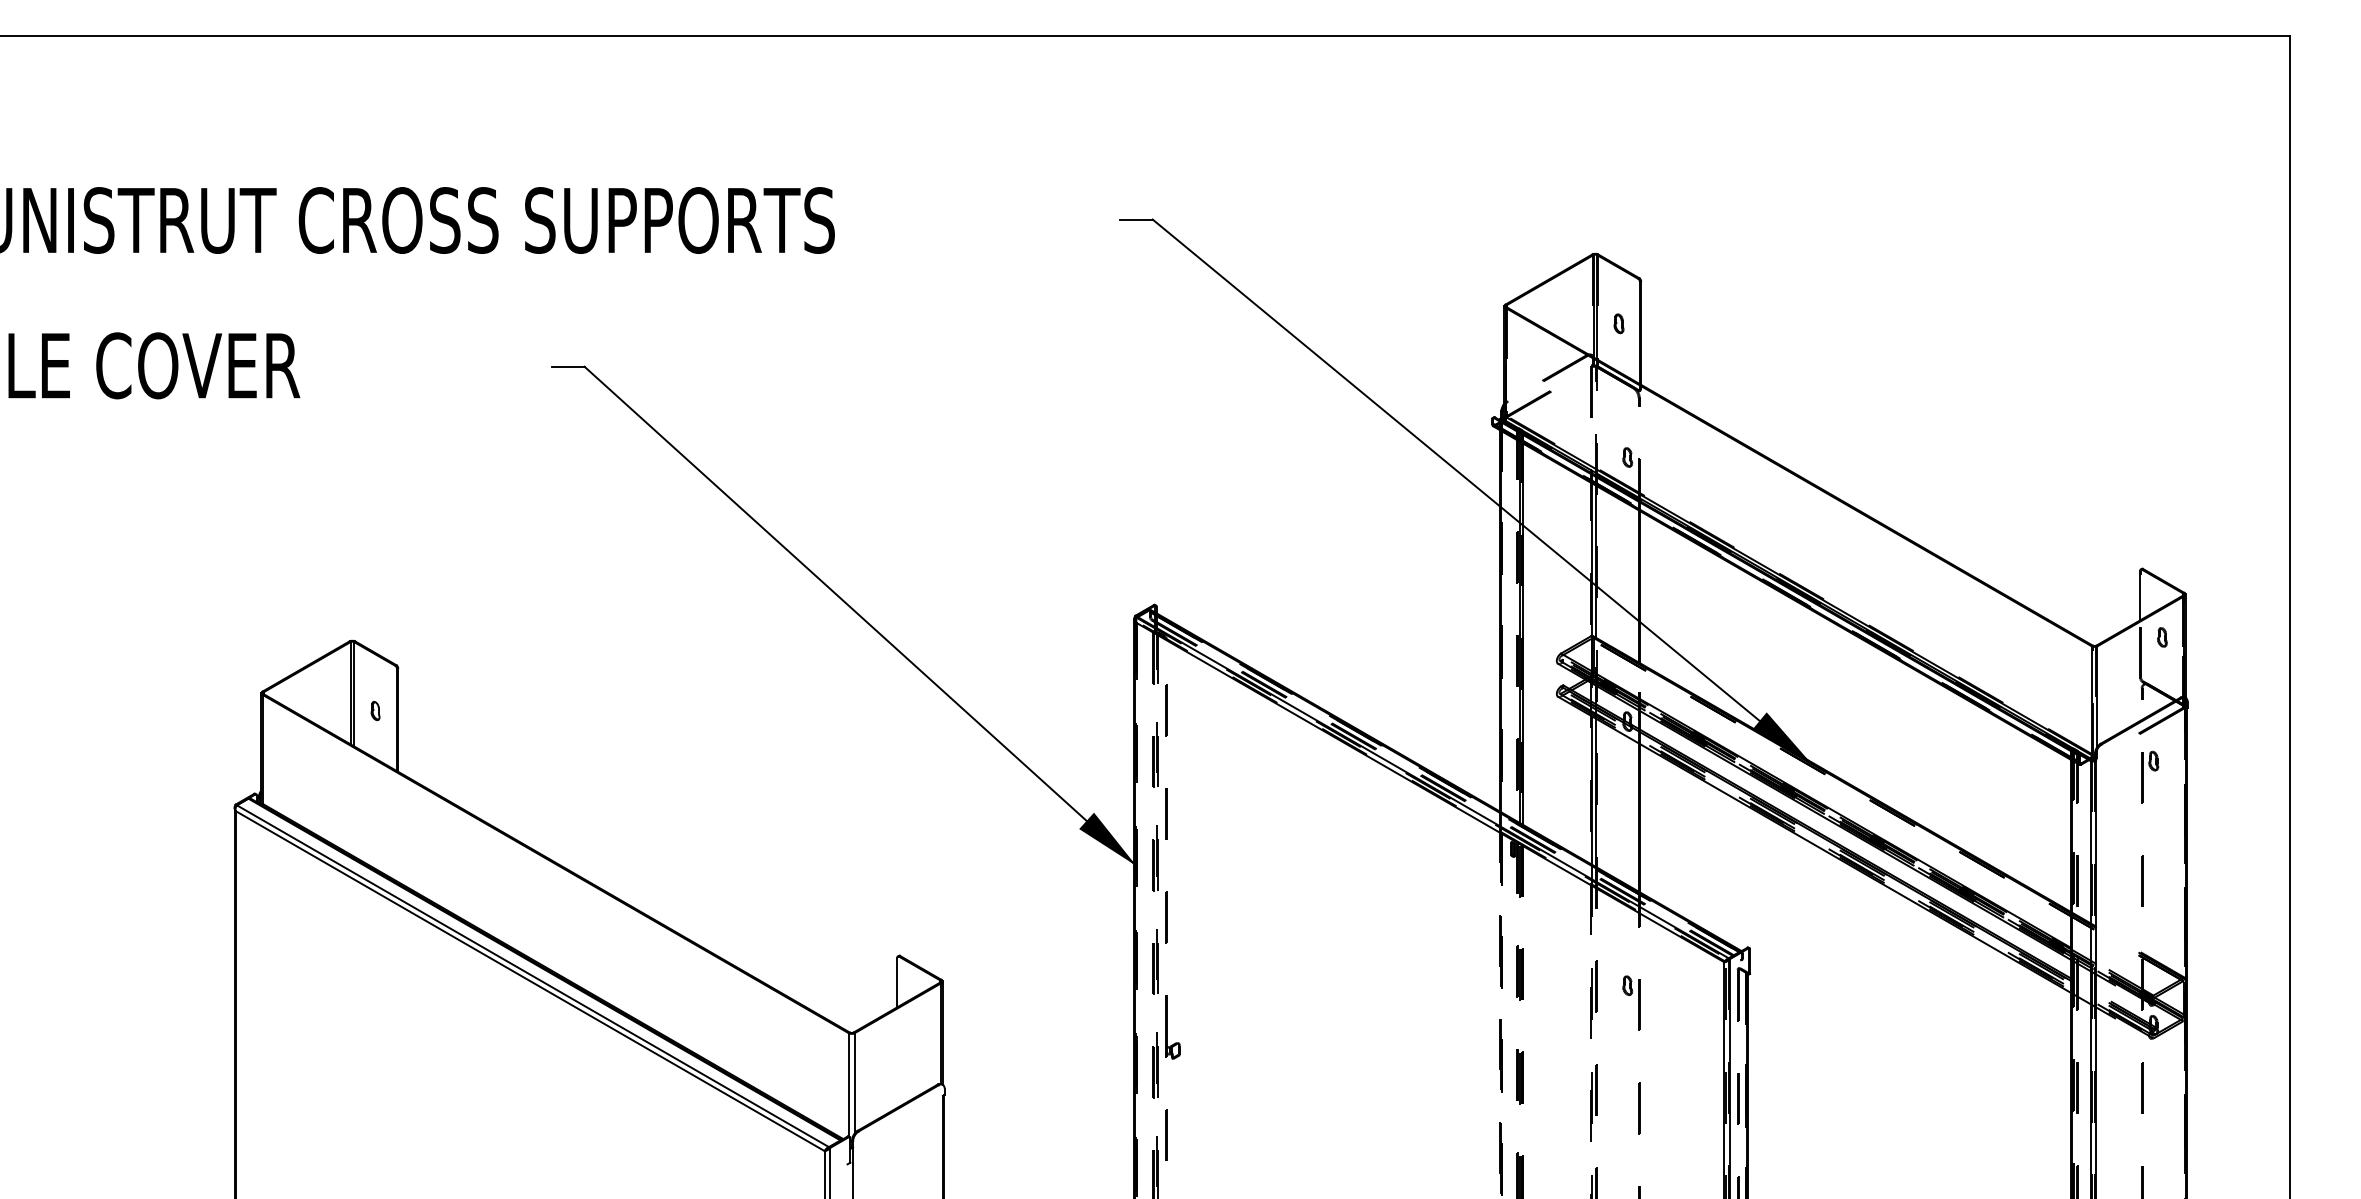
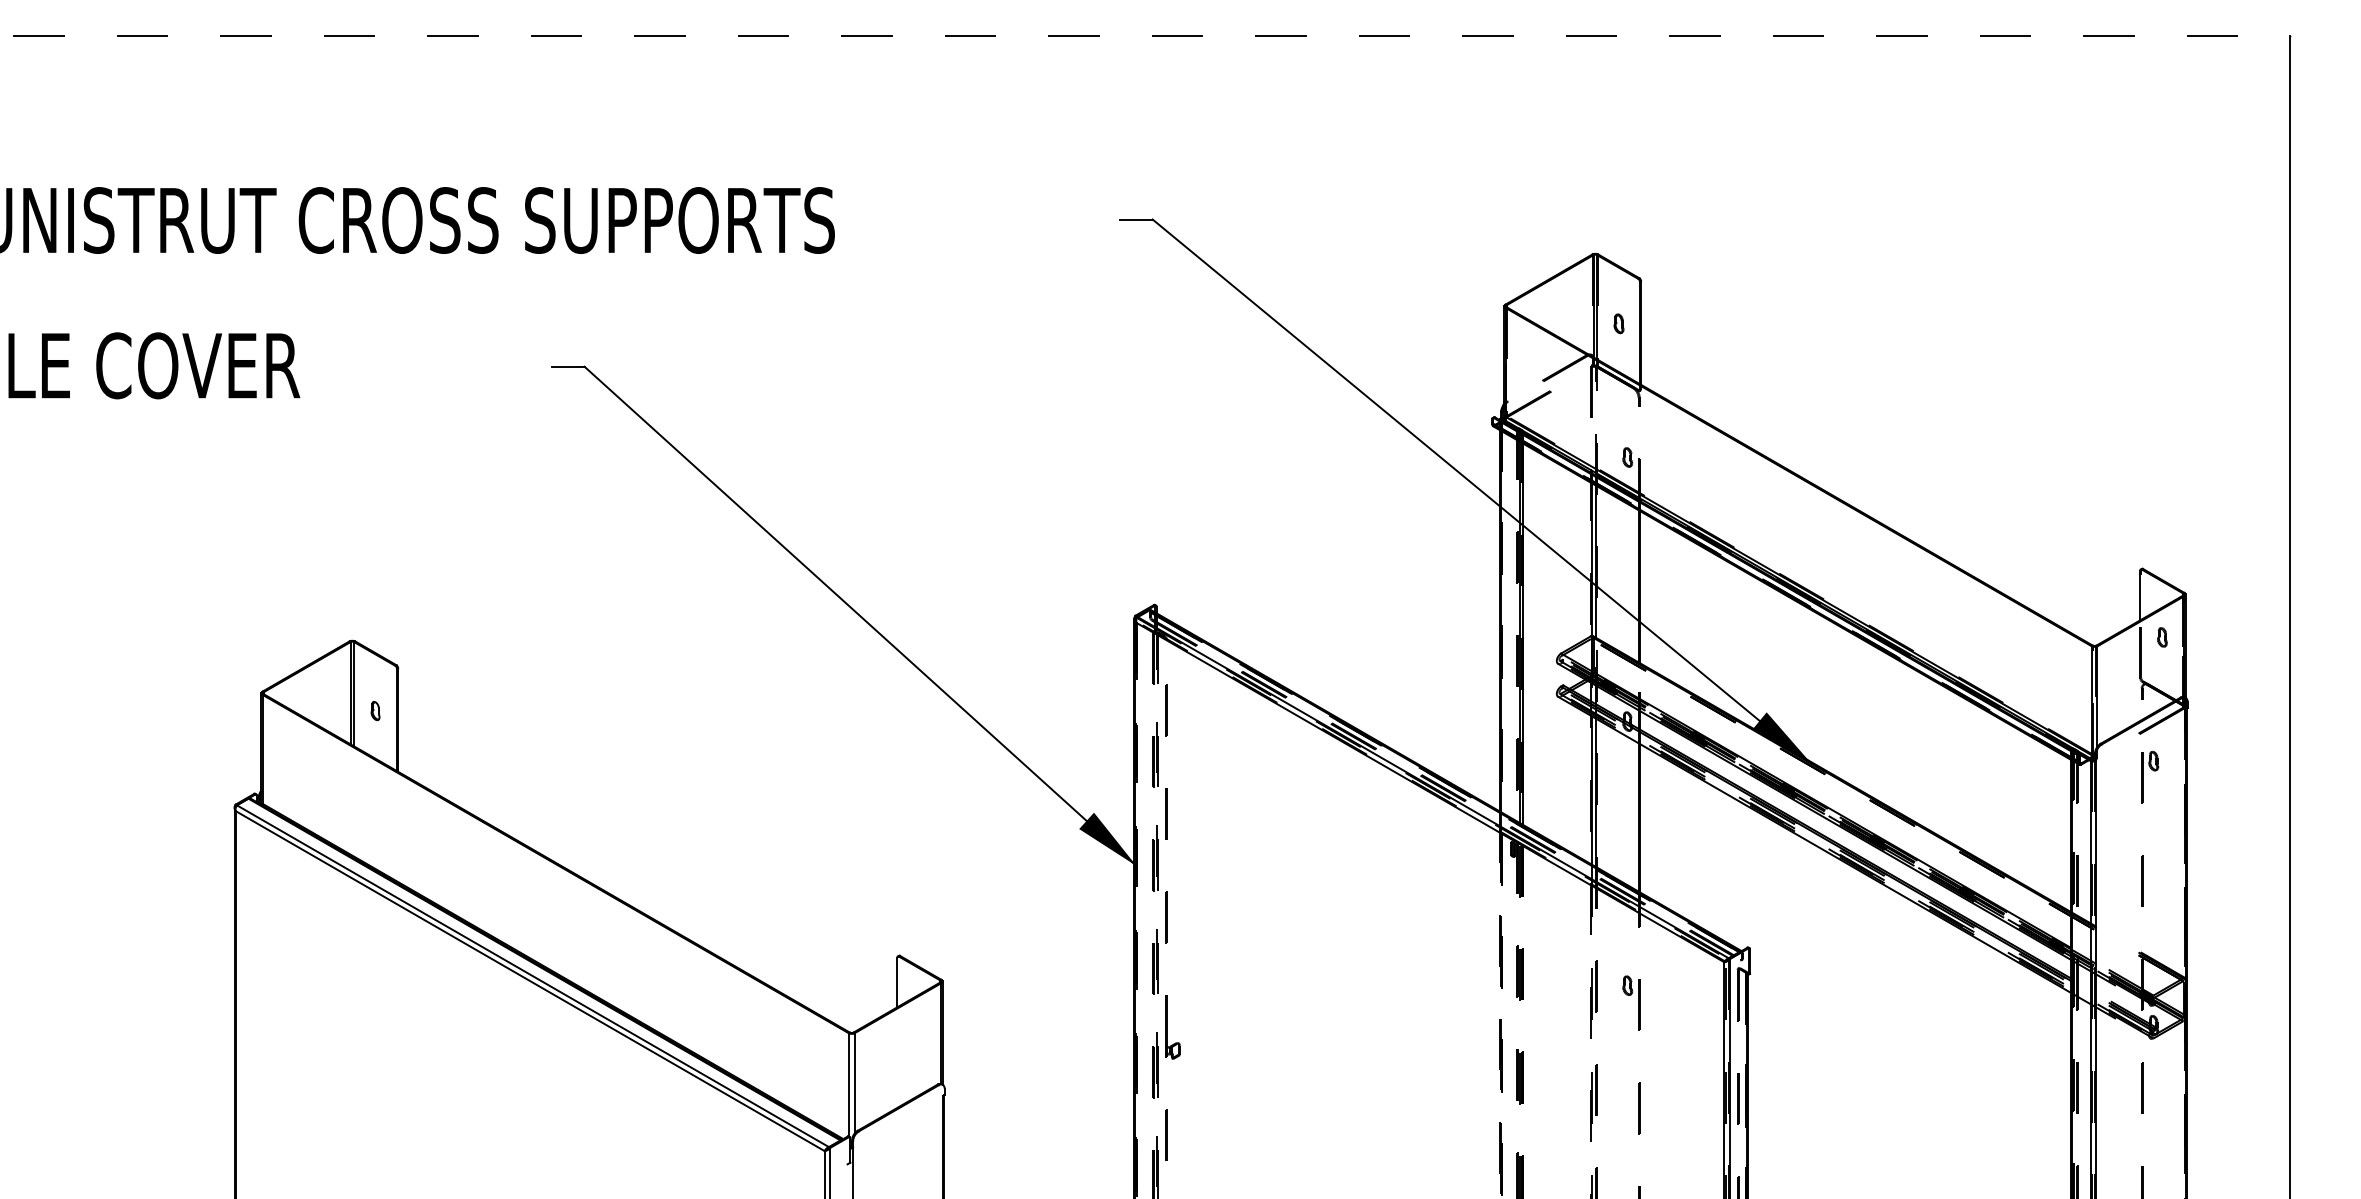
line at (1145, 35): solid -> dashed
